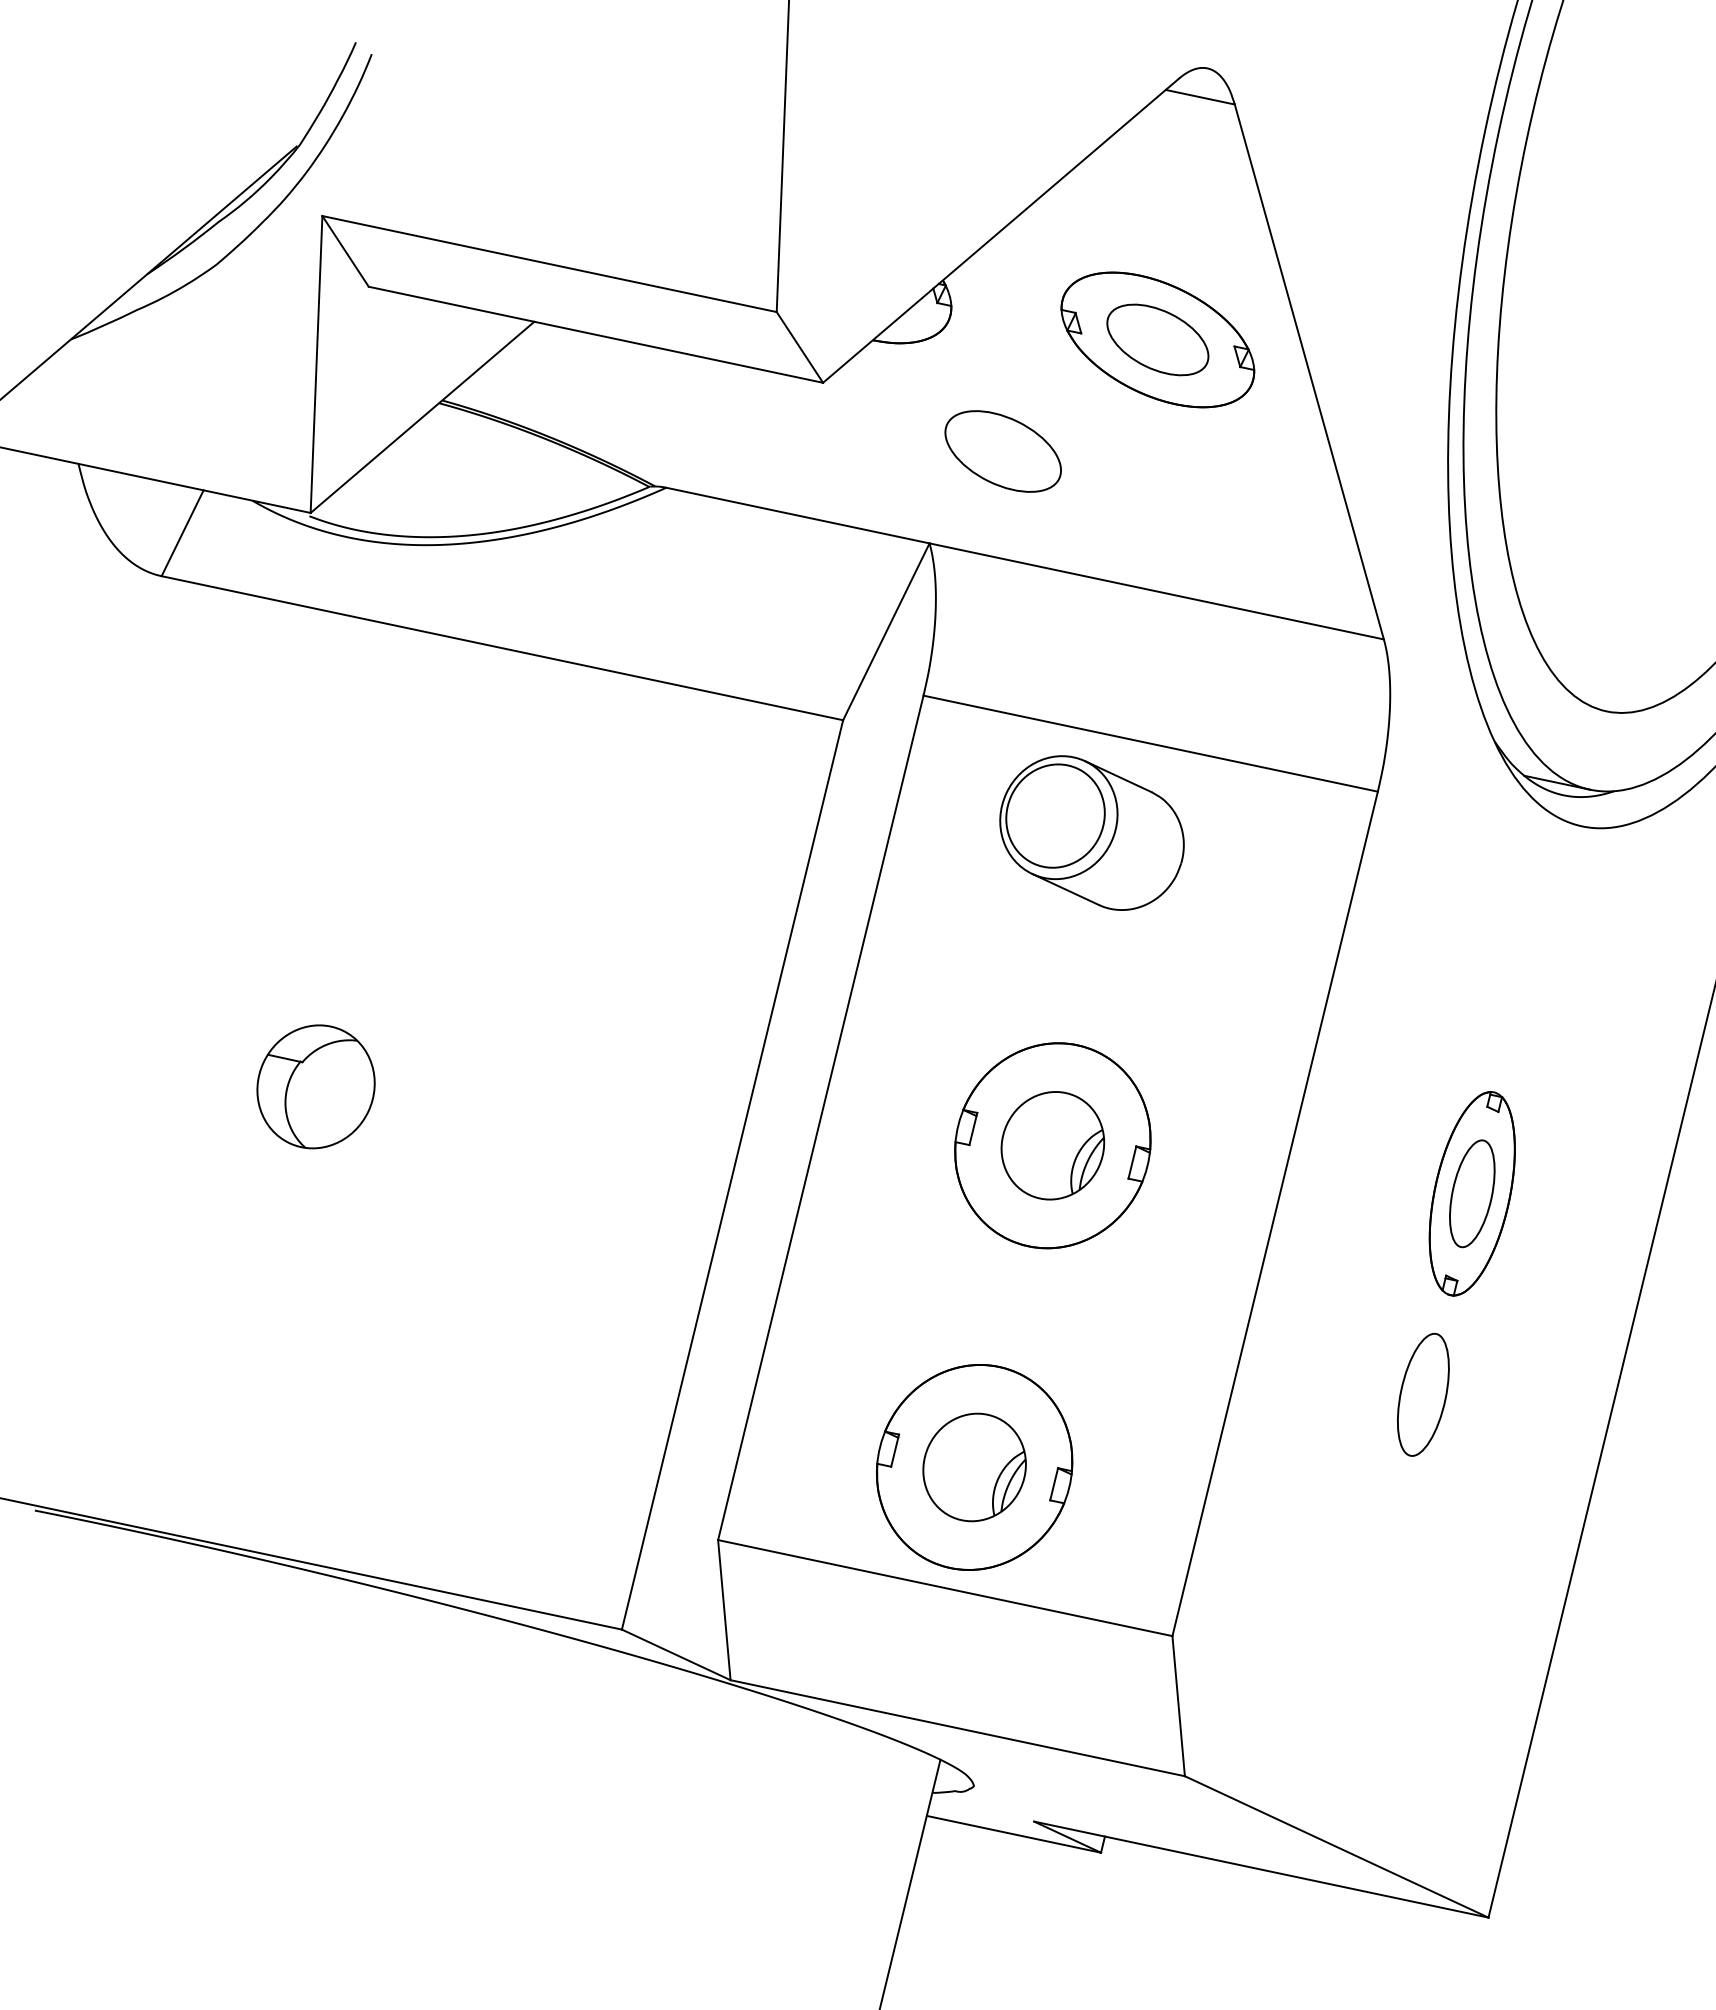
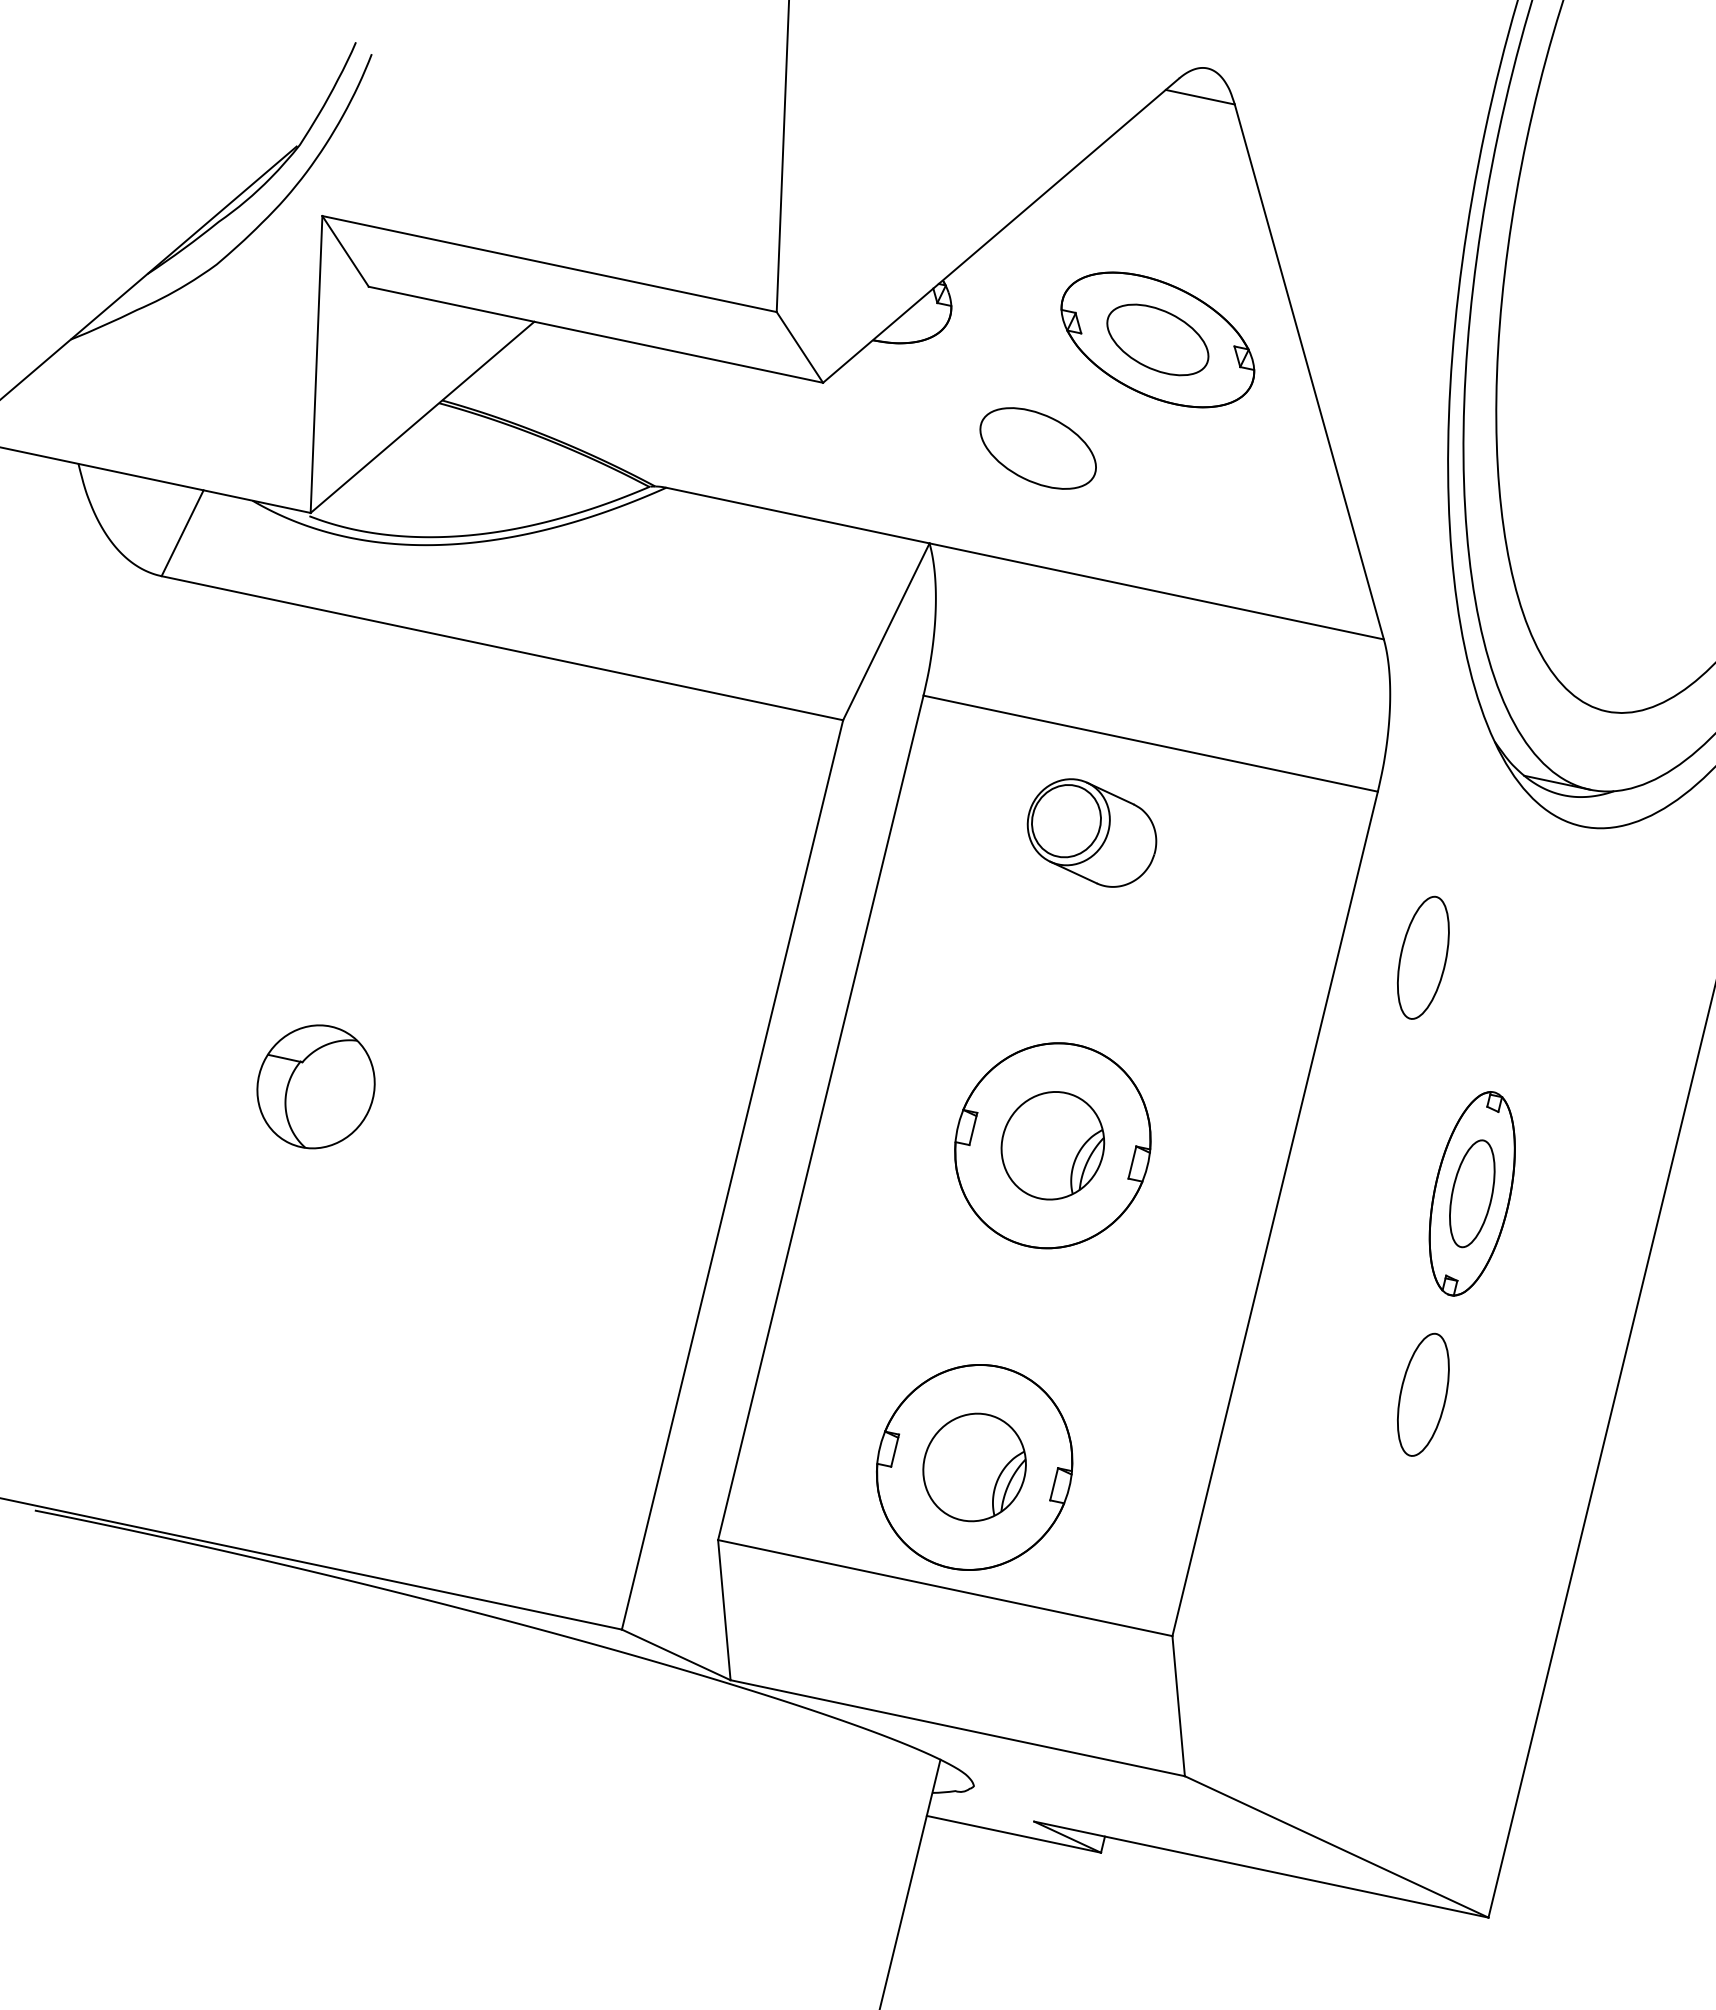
part at (1002, 451) position: (1002, 451) -> (1037, 448)
part at (1091, 832) size: 186x156 px -> 132x110 px
part at (1423, 957): none -> present
